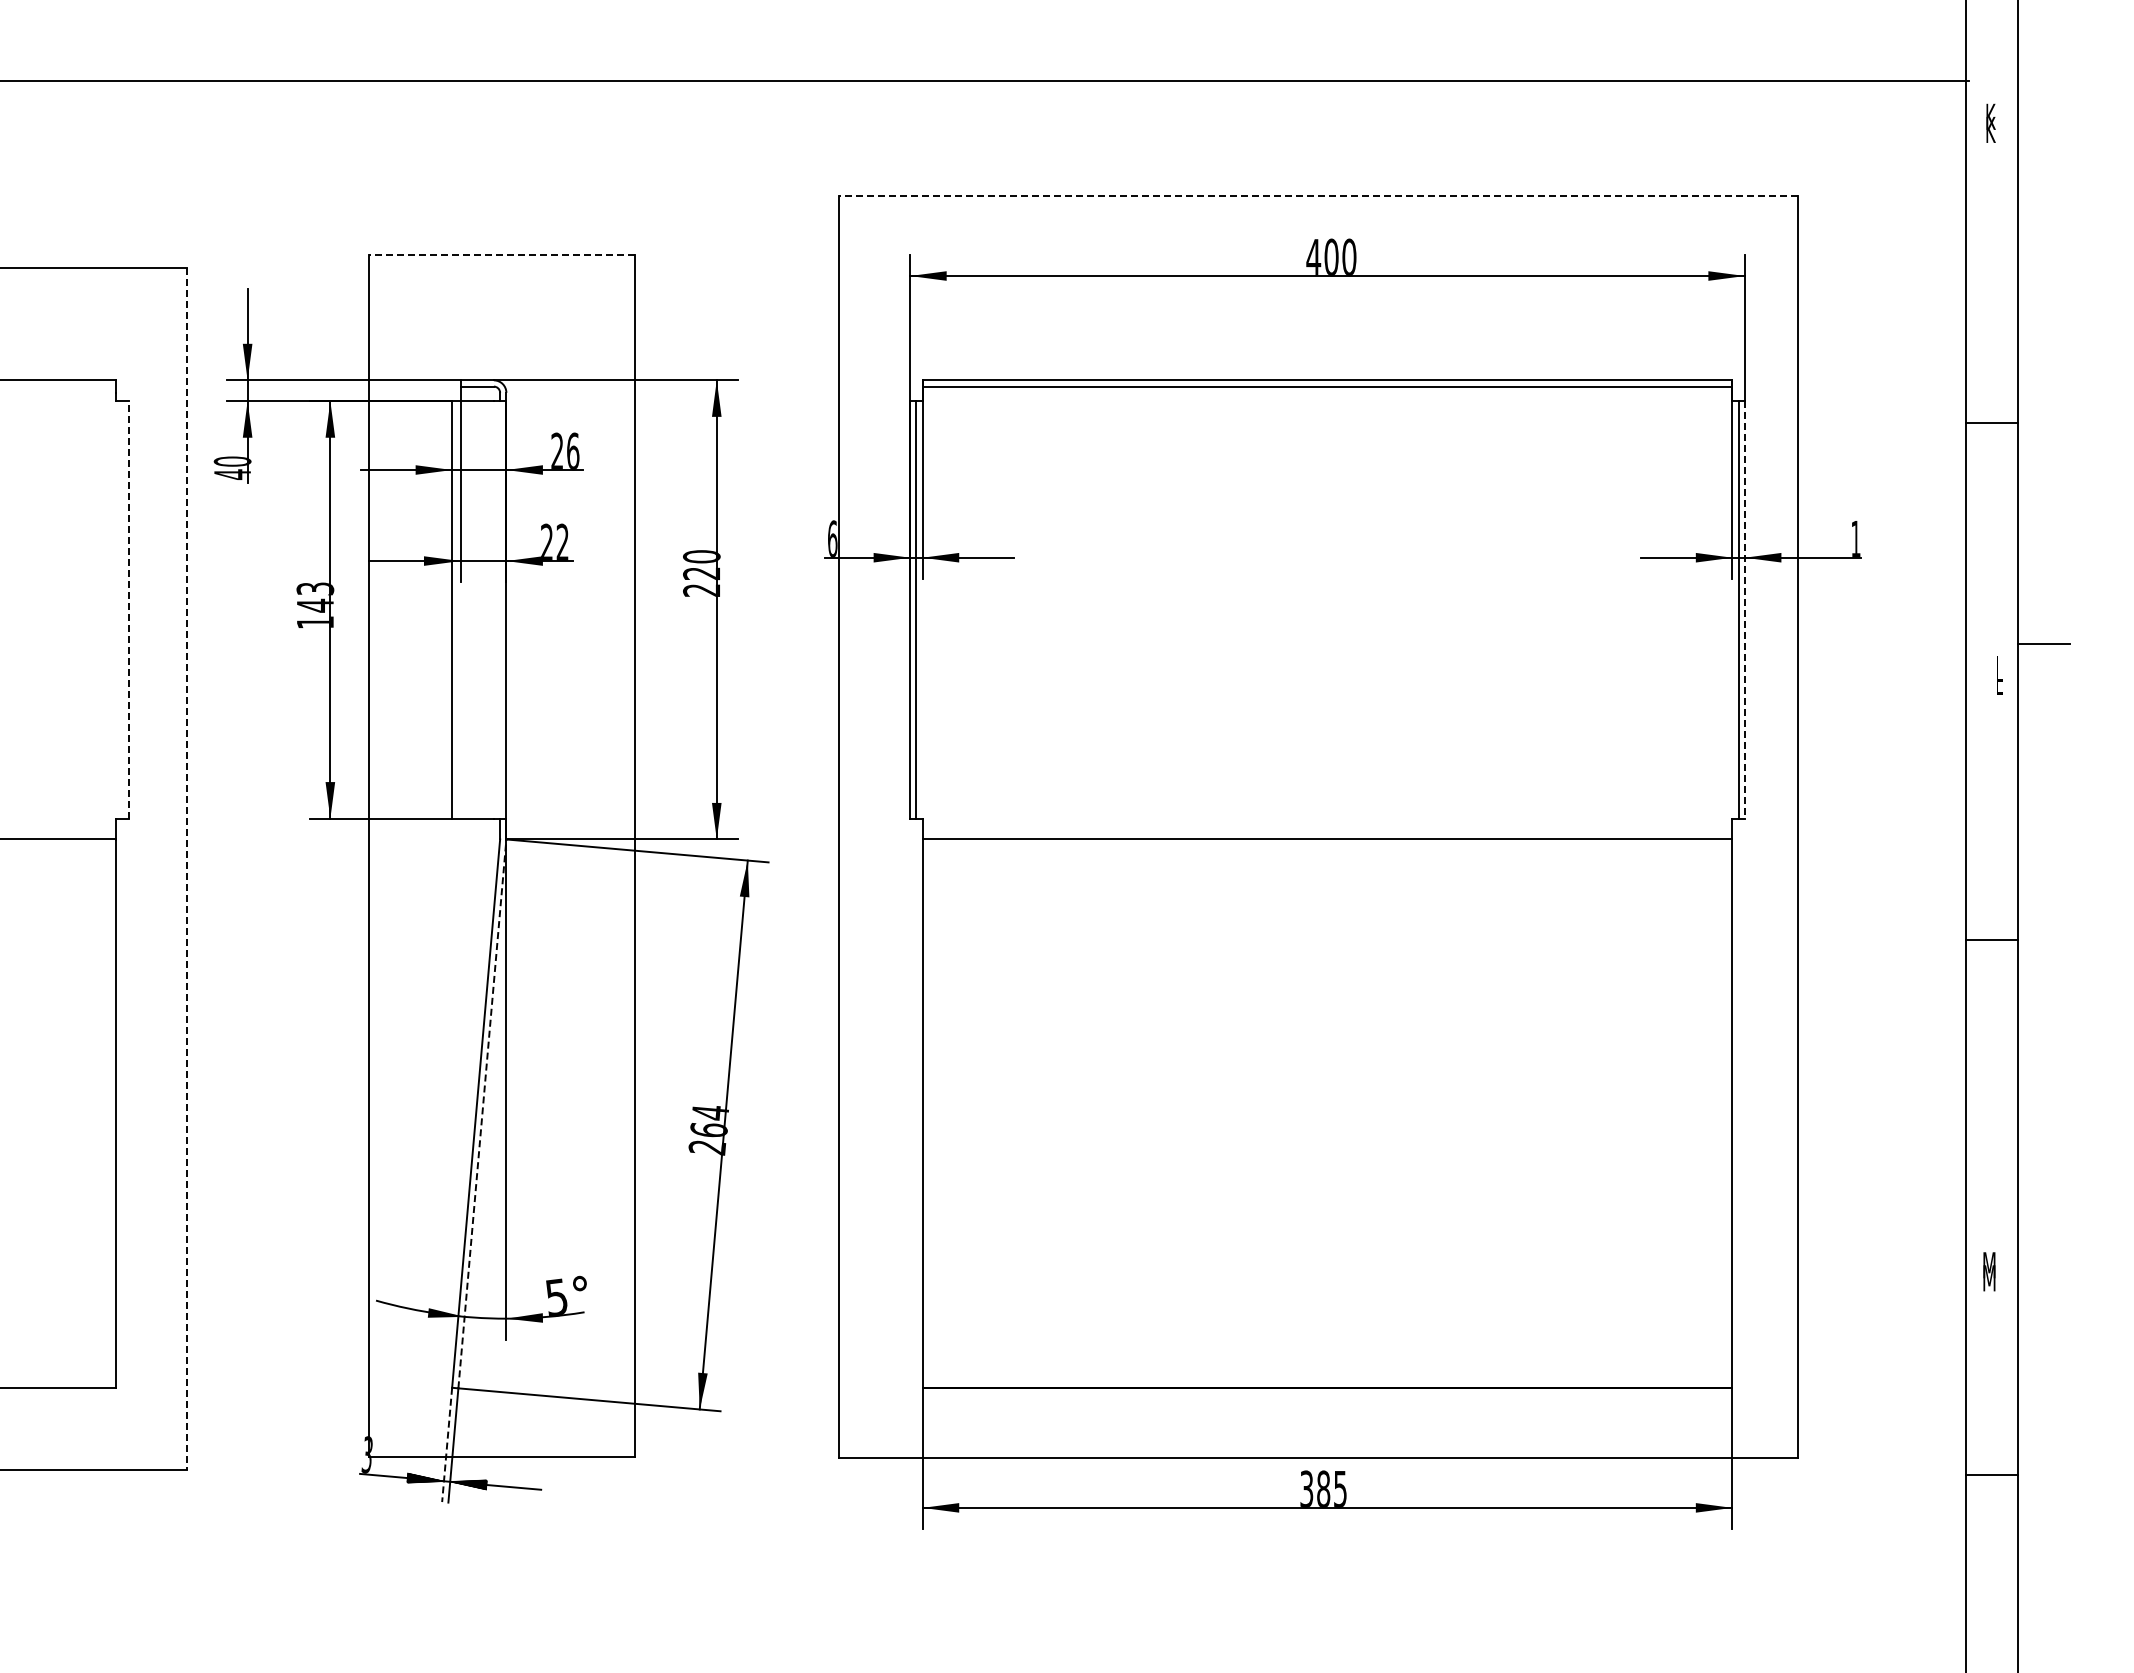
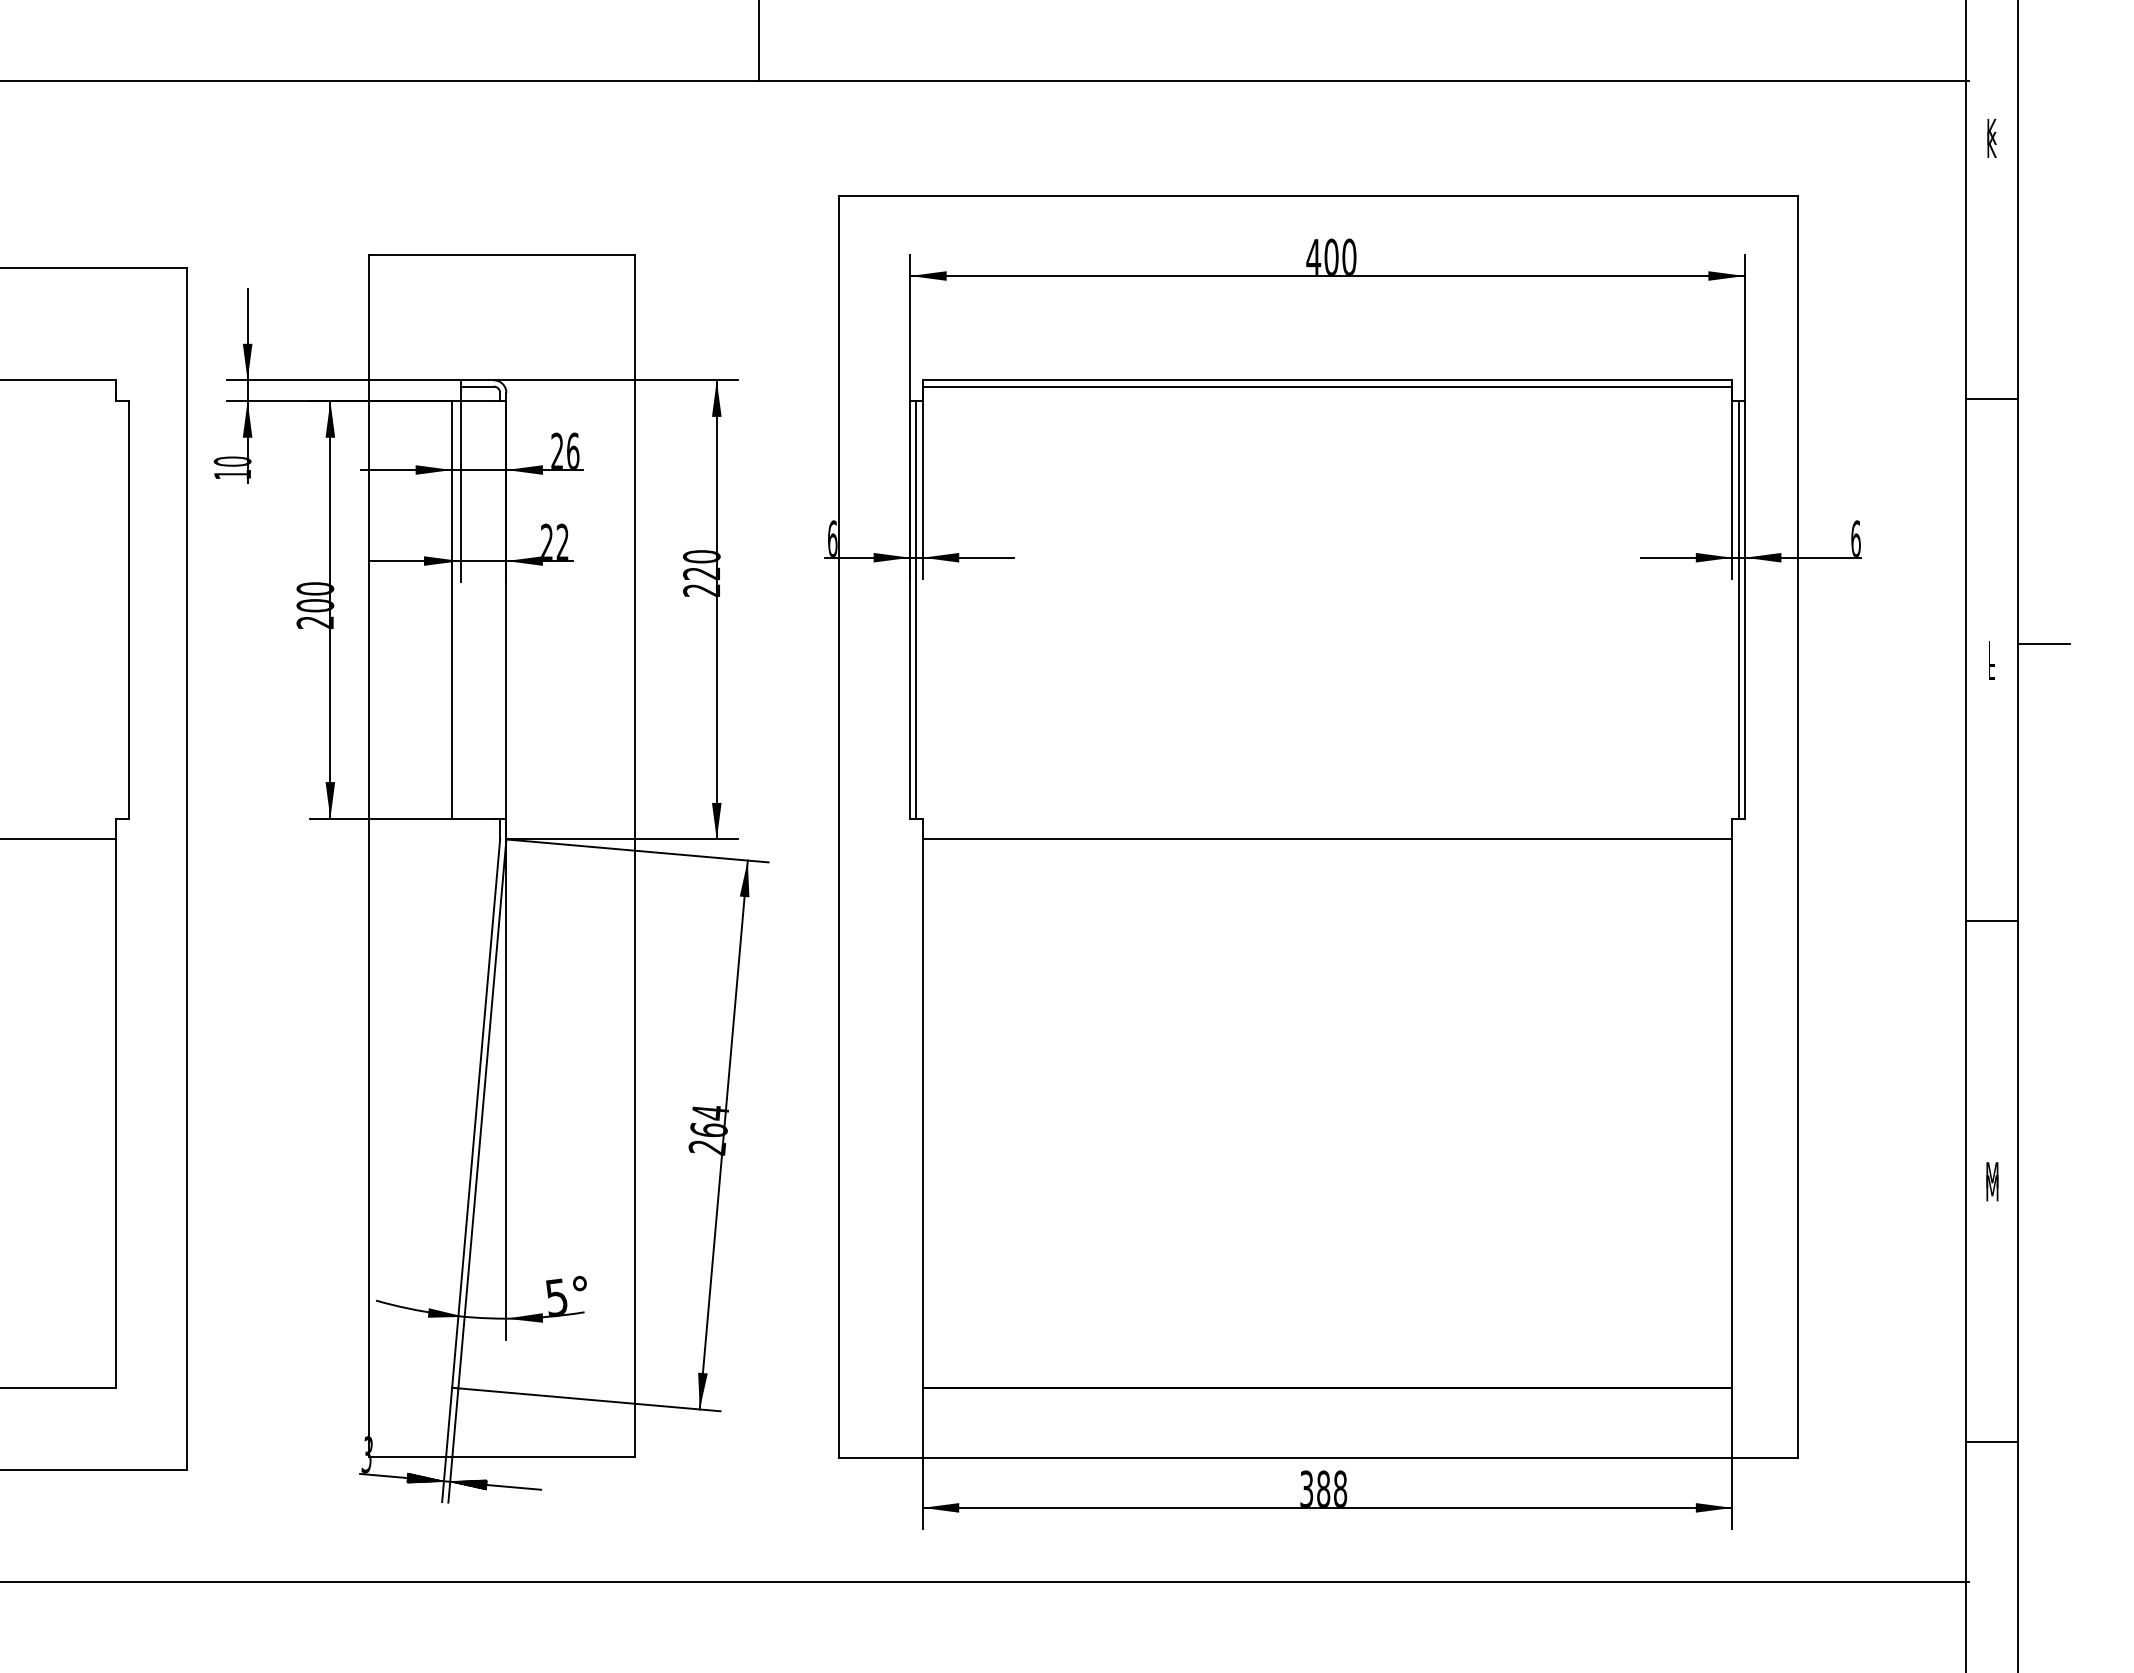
line at (758, 41): none -> present
text at (1990, 122) position: (1990, 122) -> (1991, 137)
line at (1318, 195): dashed -> solid
line at (501, 255): dashed -> solid
line at (1991, 422) position: (1991, 422) -> (1991, 398)
text at (232, 474): 40 -> 10
text at (1855, 538): 1 -> 6
text at (315, 605): 143 -> 200
line at (128, 609): dashed -> solid
line at (1744, 609): dashed -> solid
text at (1999, 675) position: (1999, 675) -> (1991, 660)
line at (187, 868): dashed -> solid
line at (1991, 939) position: (1991, 939) -> (1991, 920)
line at (482, 1113): dashed -> solid
text at (1989, 1271) position: (1989, 1271) -> (1992, 1181)
line at (447, 1445): dashed -> solid
line at (1991, 1475) position: (1991, 1475) -> (1991, 1442)
text at (1340, 1488): 385 -> 388
line at (985, 1582): none -> present
